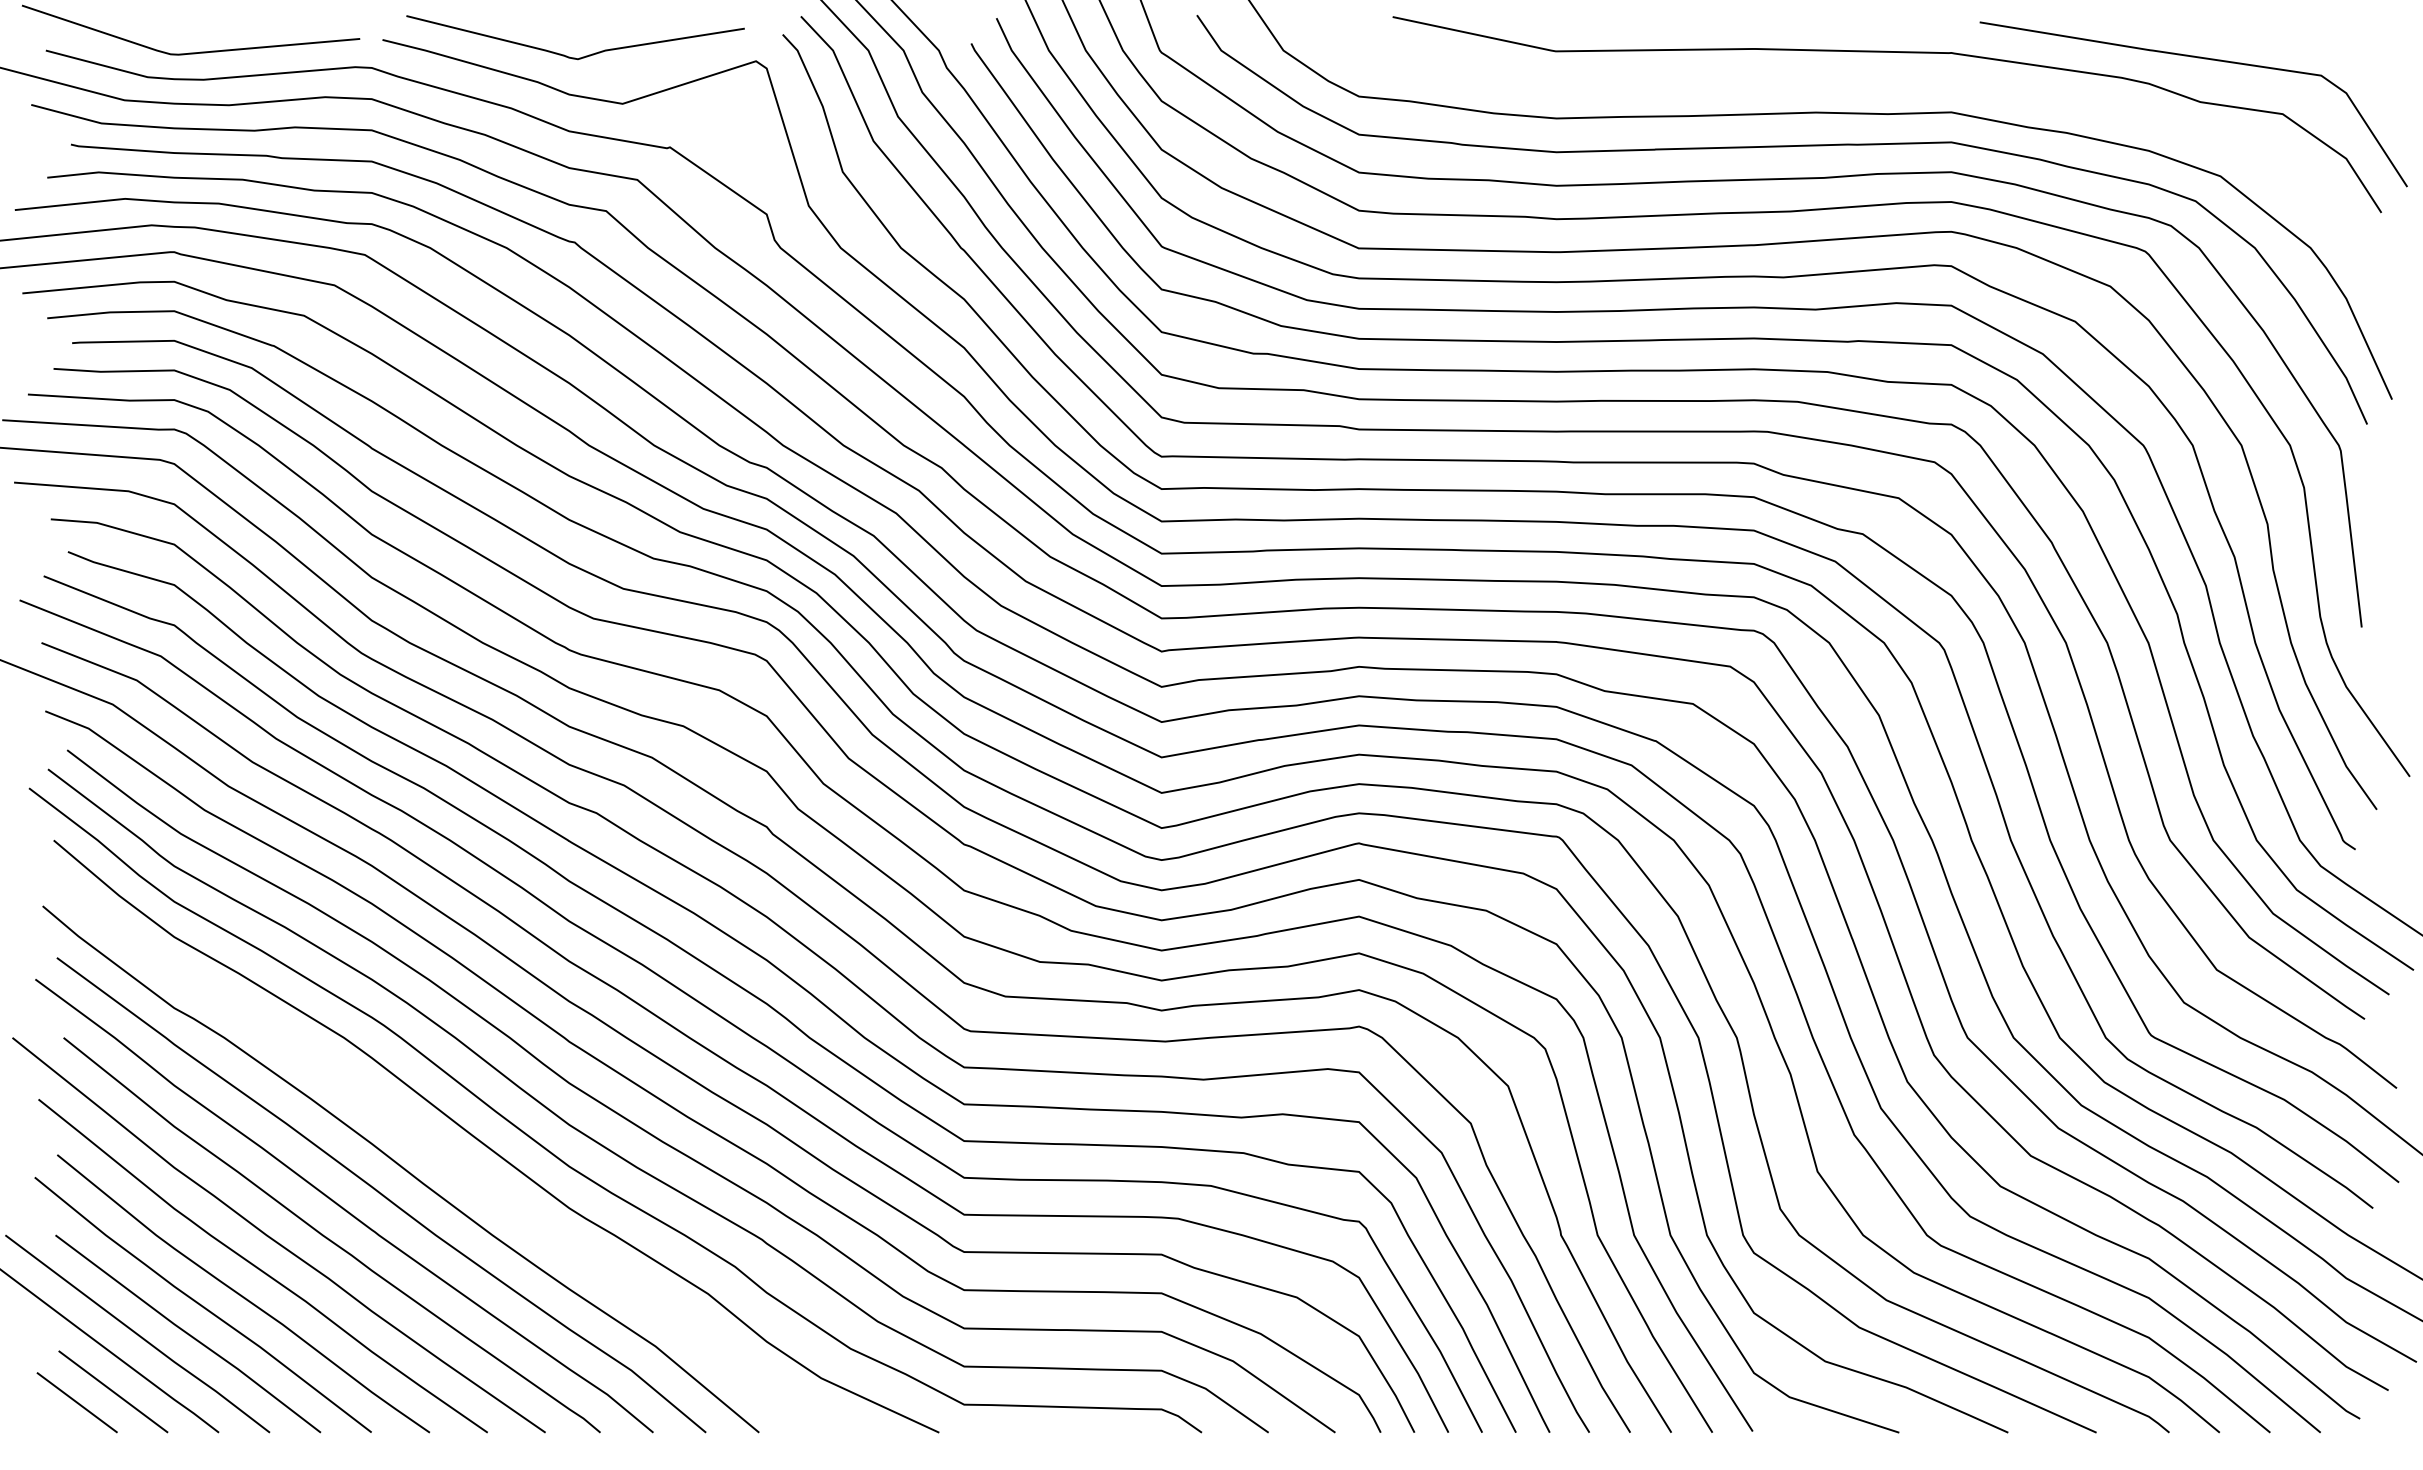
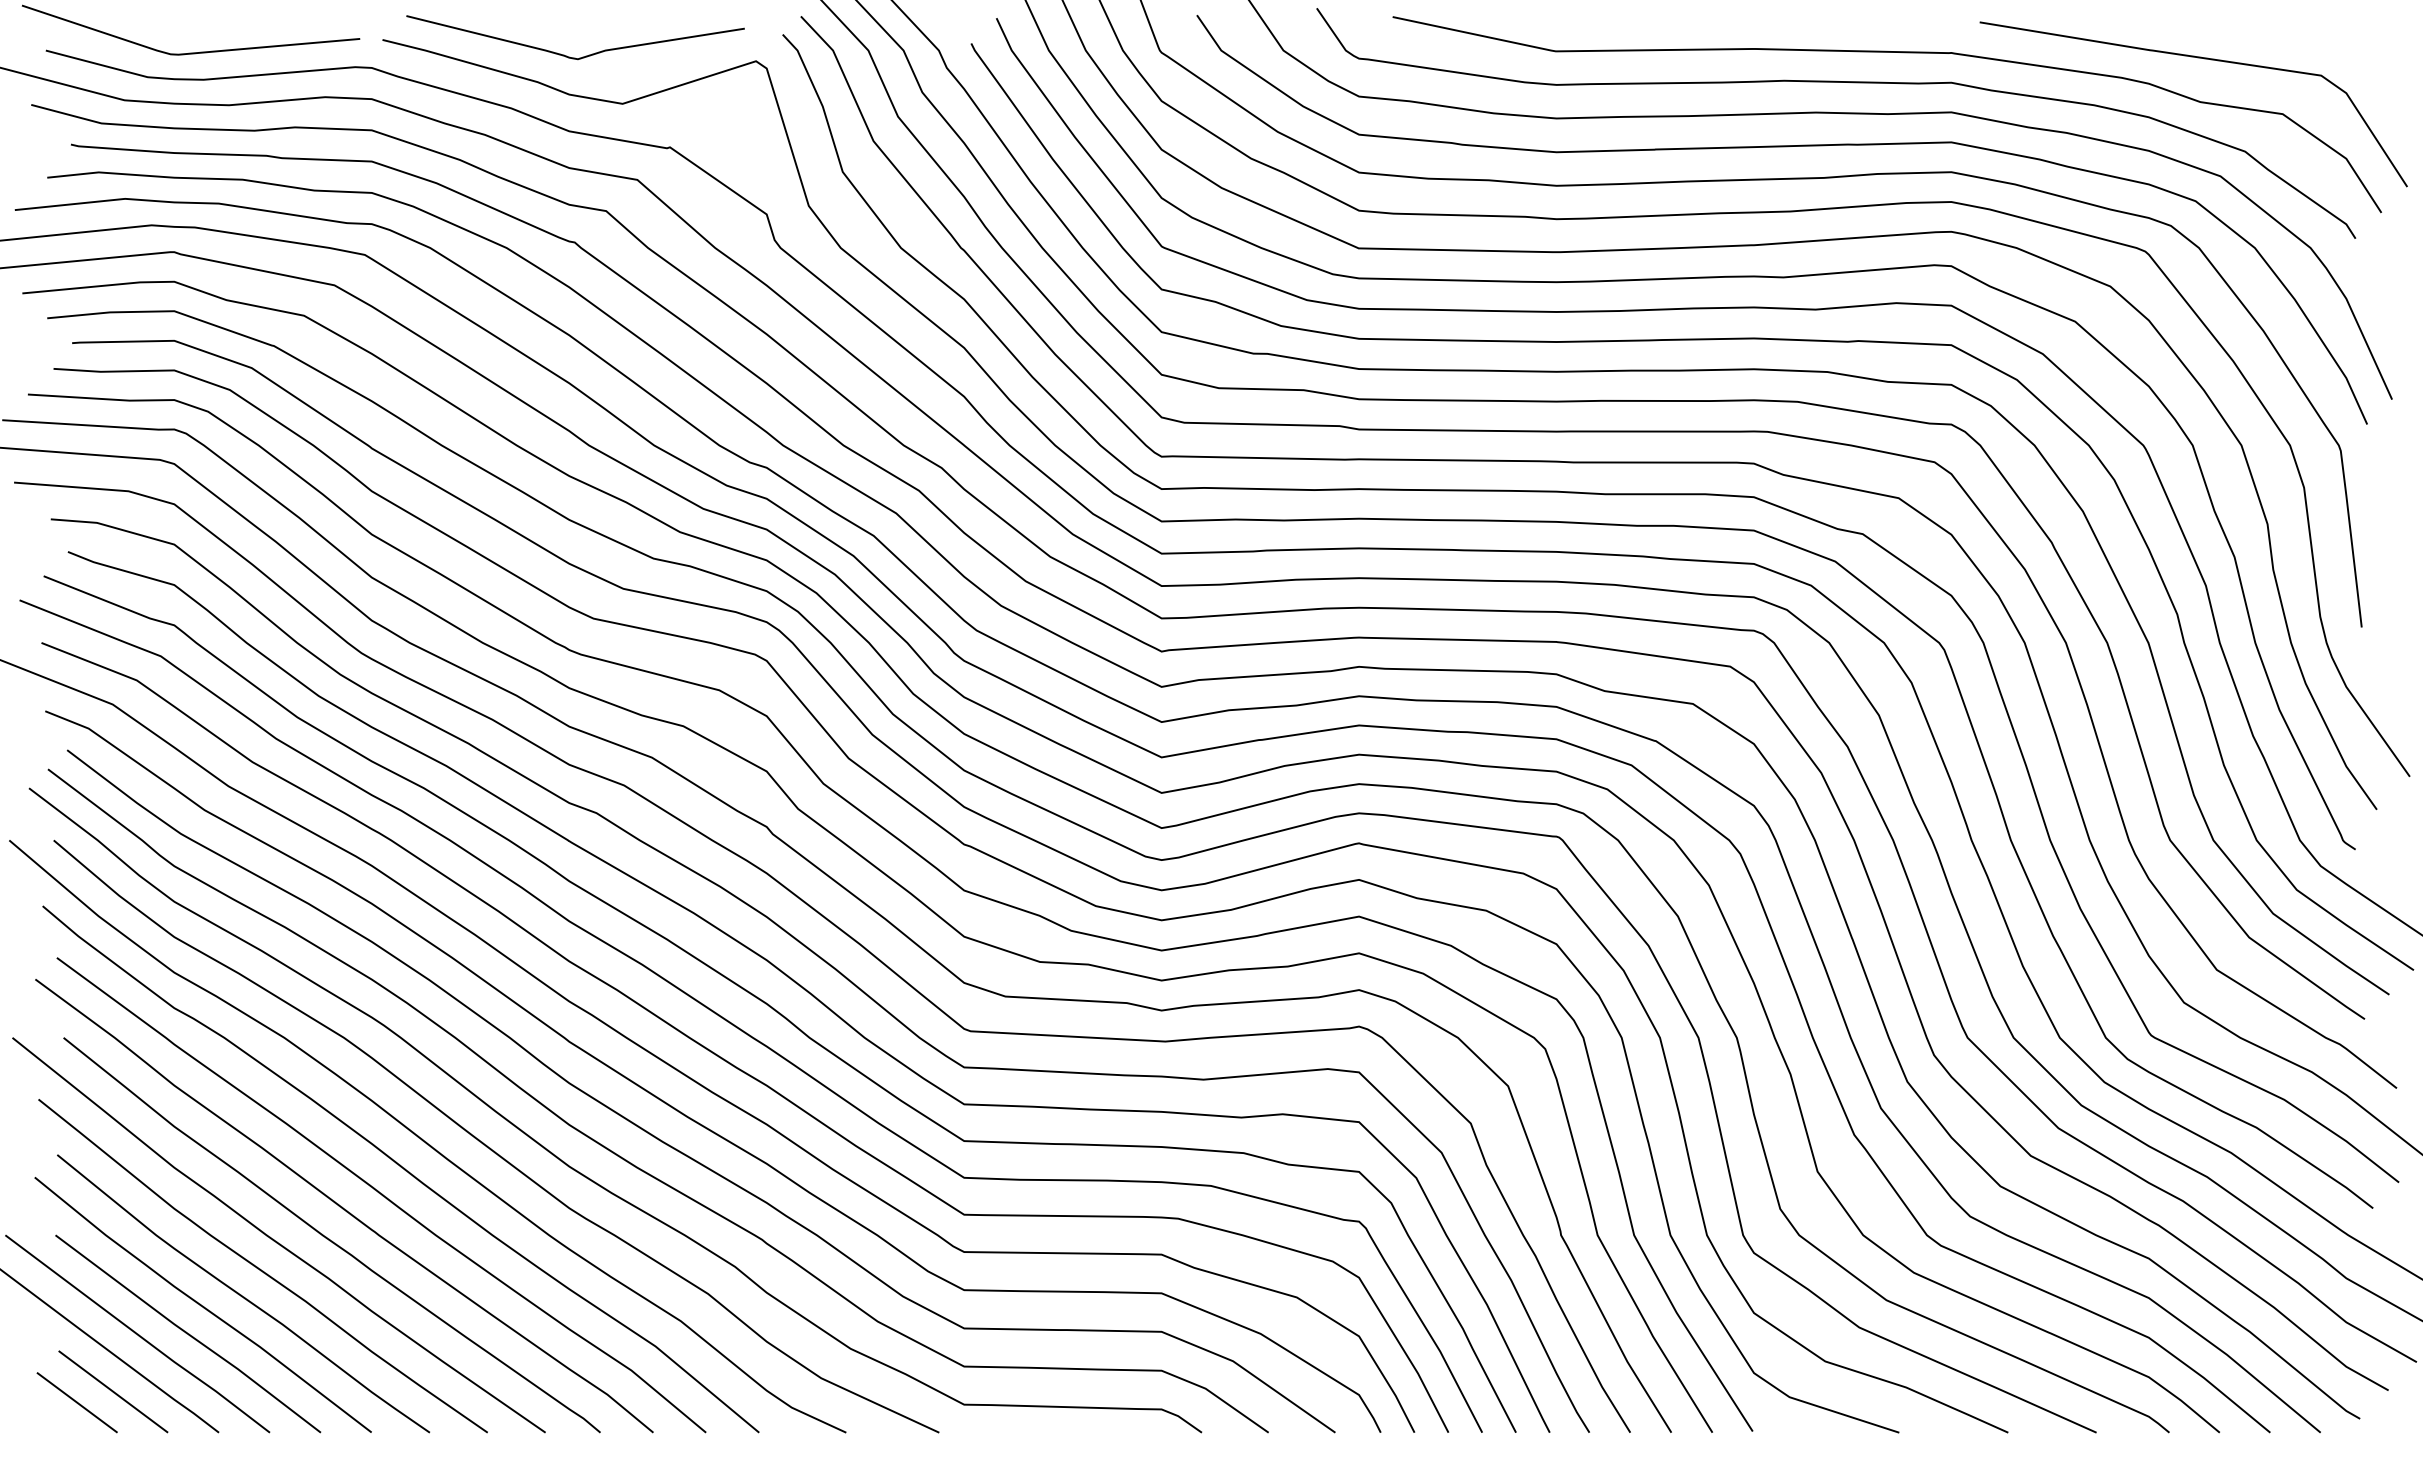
curve at (1836, 82): none -> present
curve at (423, 1139): none -> present
